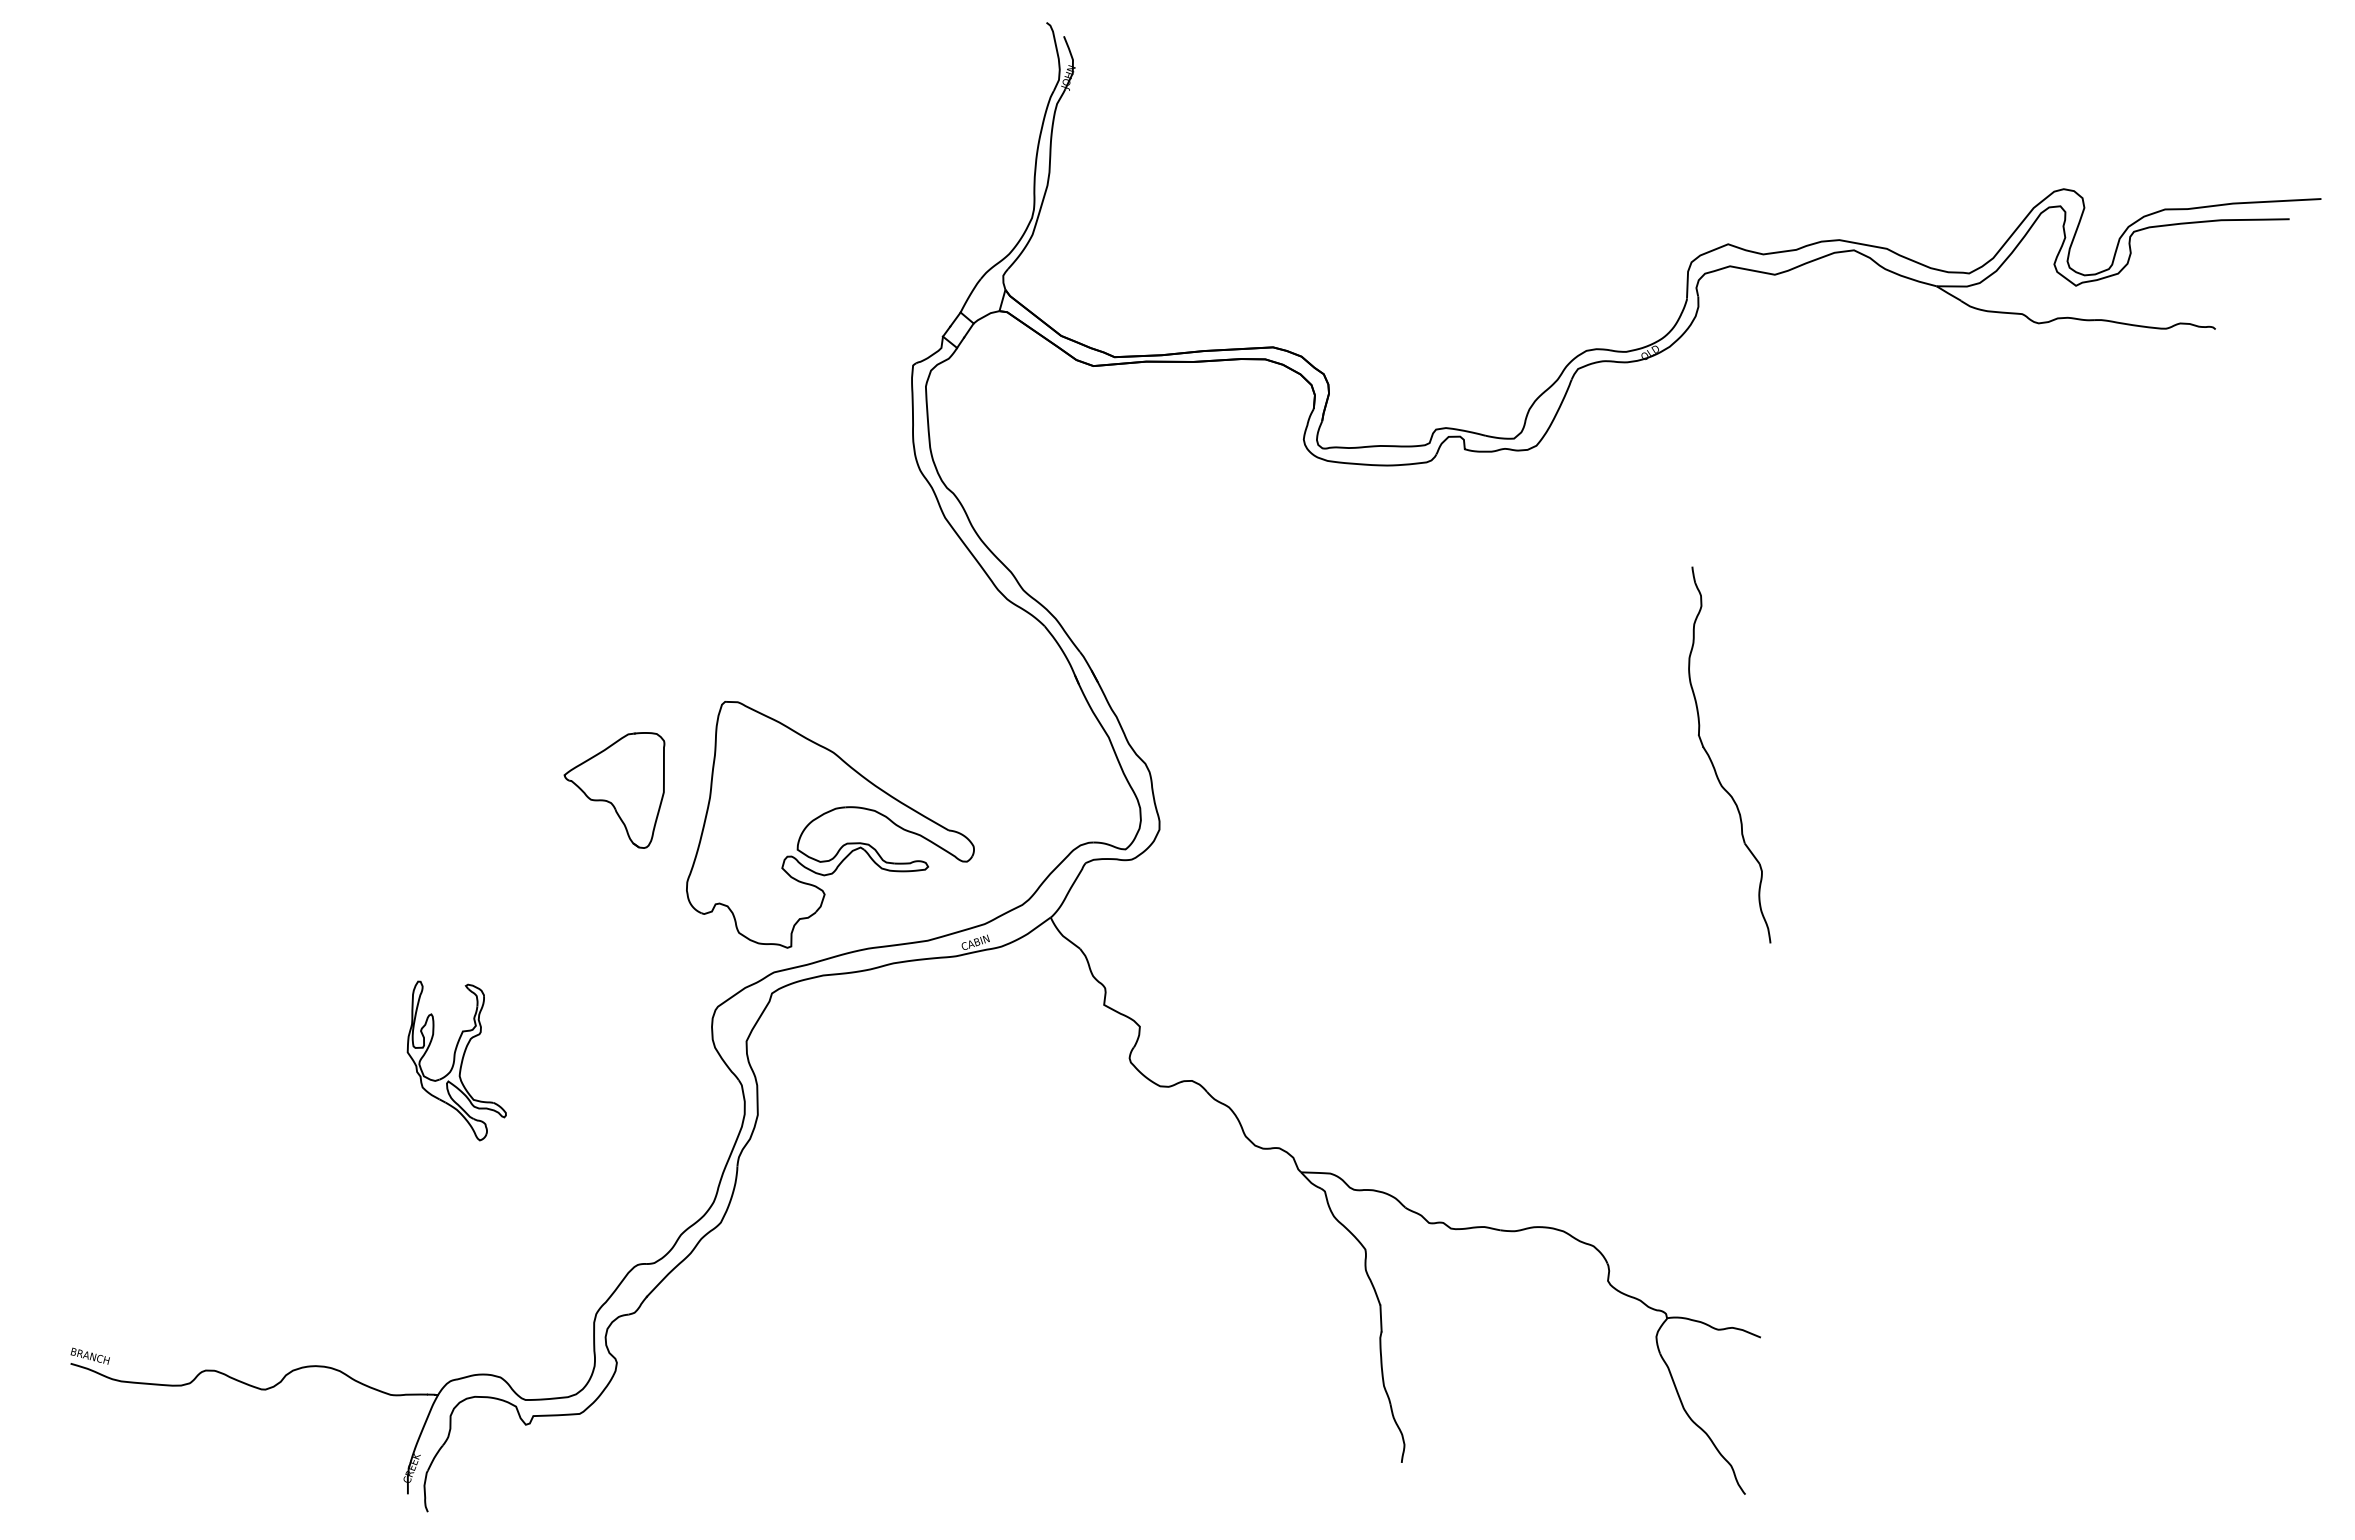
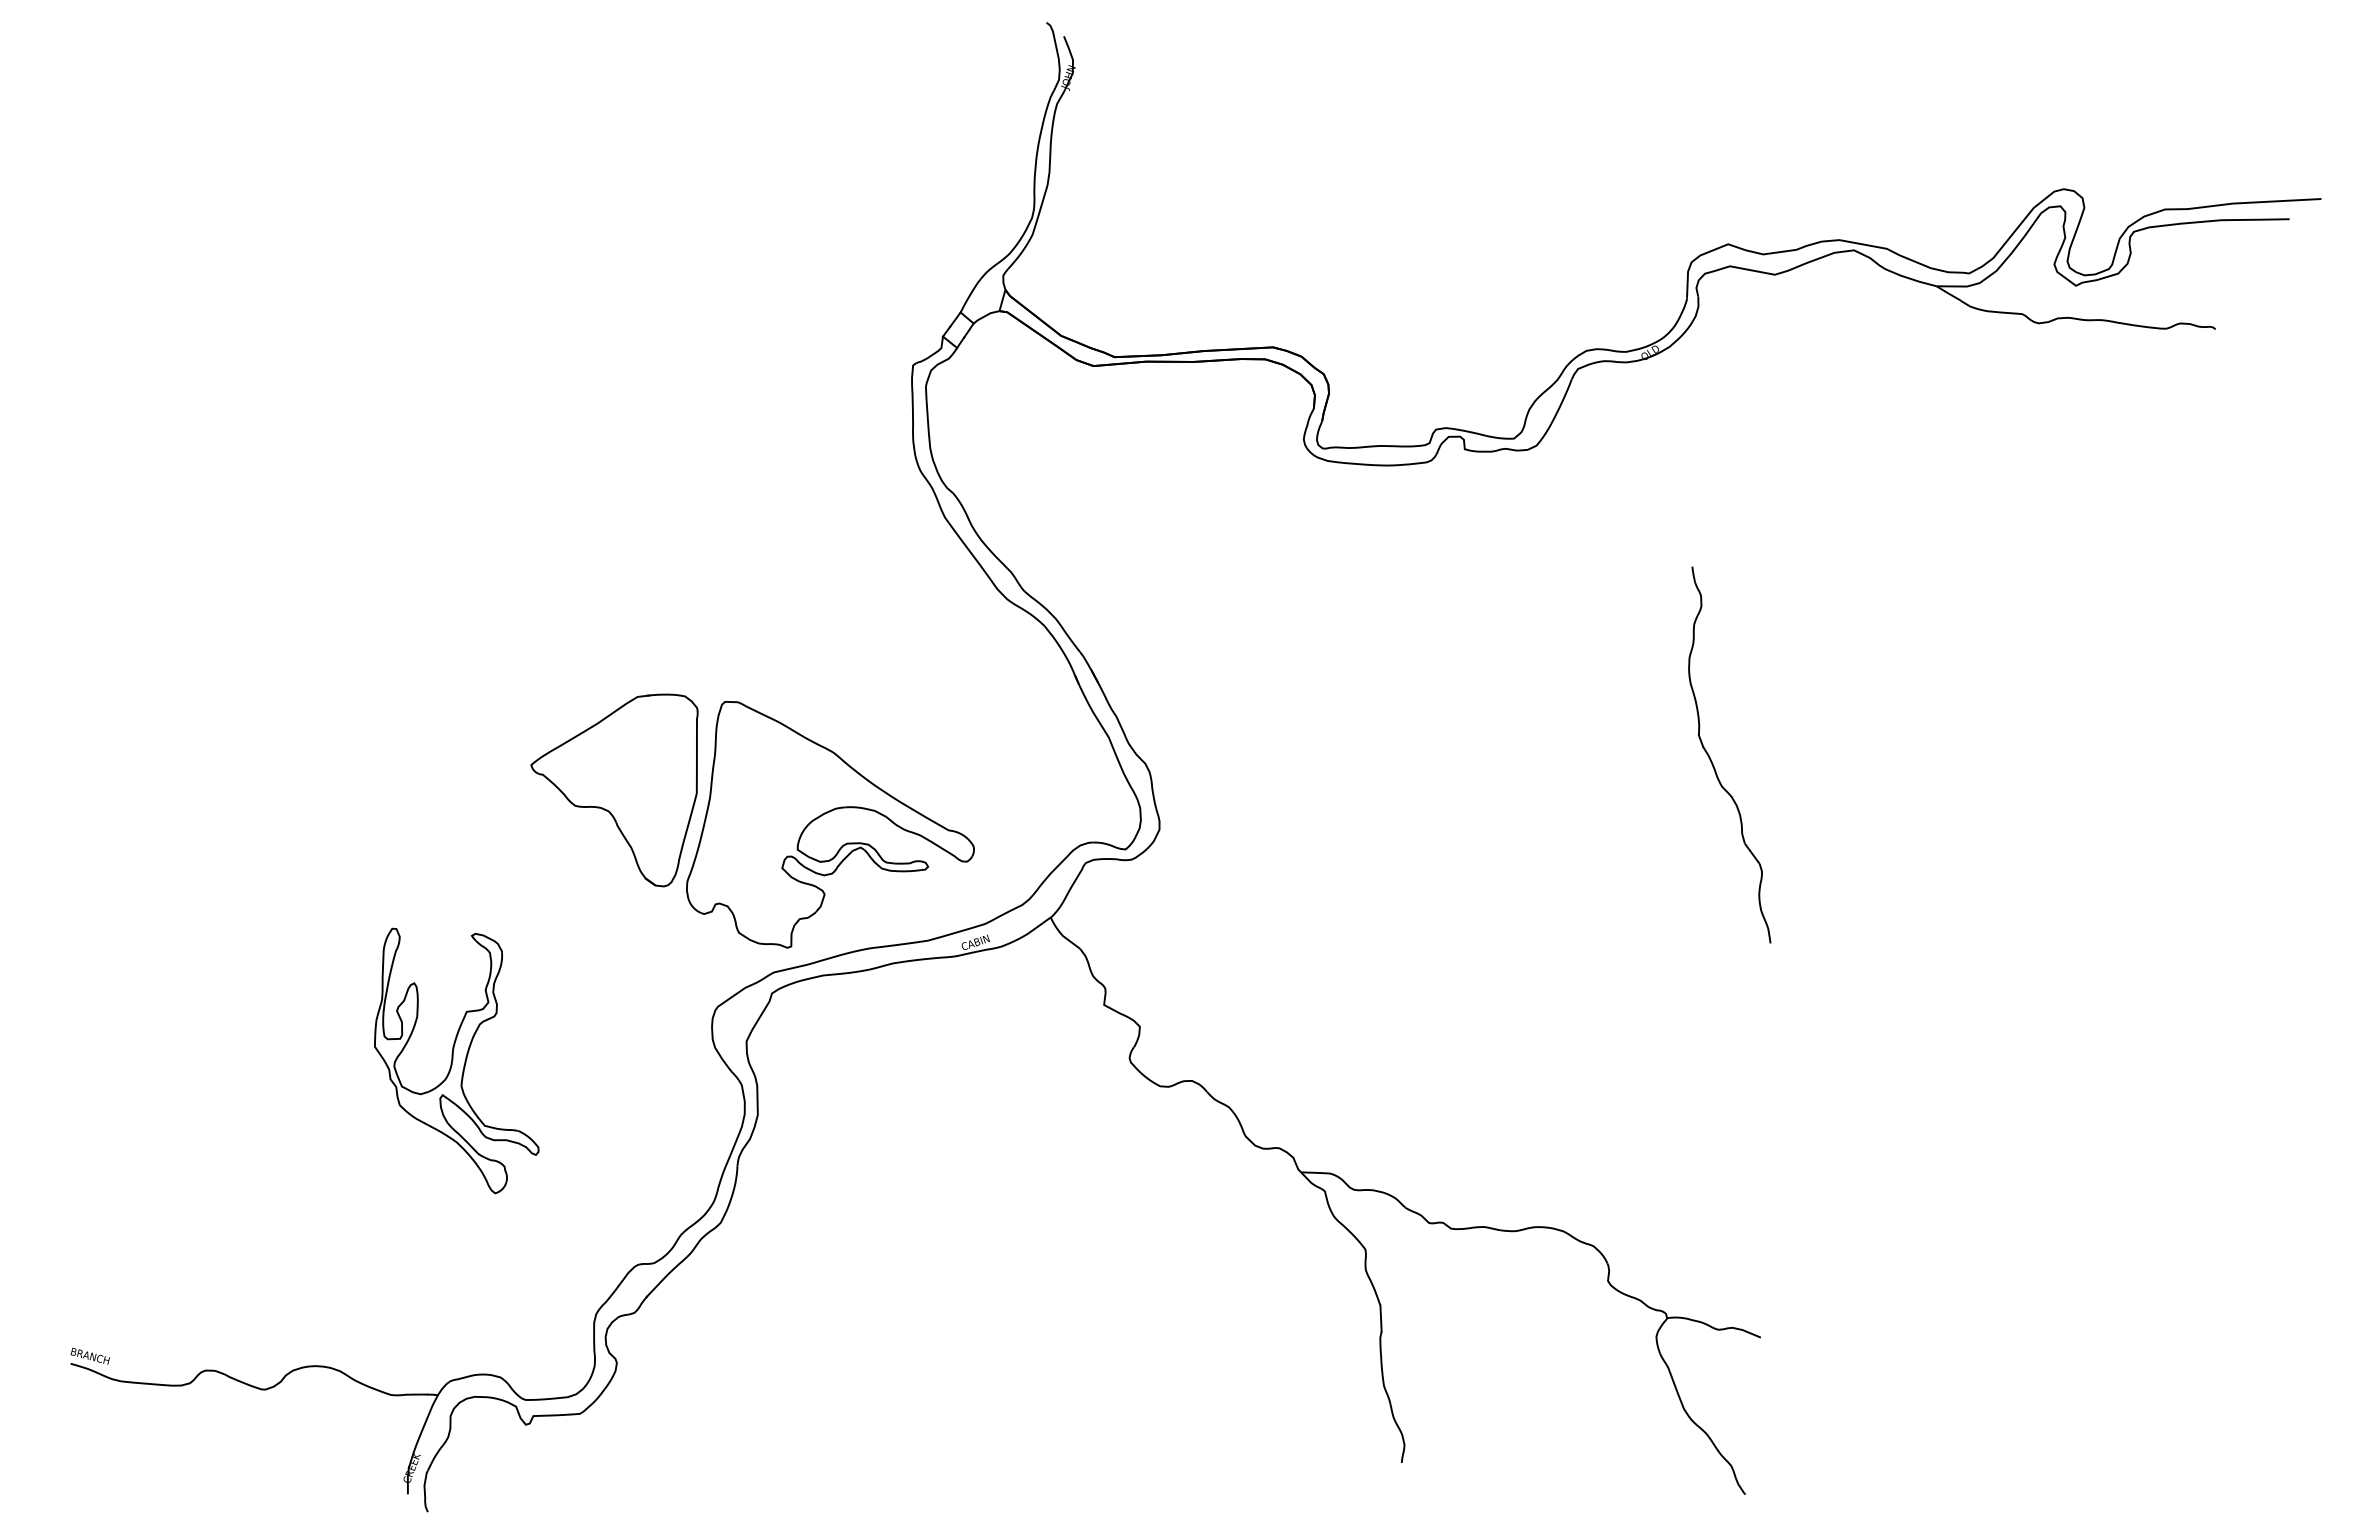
part at (614, 790) size: 103x117 px -> 169x195 px
part at (456, 1060) size: 101x162 px -> 166x268 px
